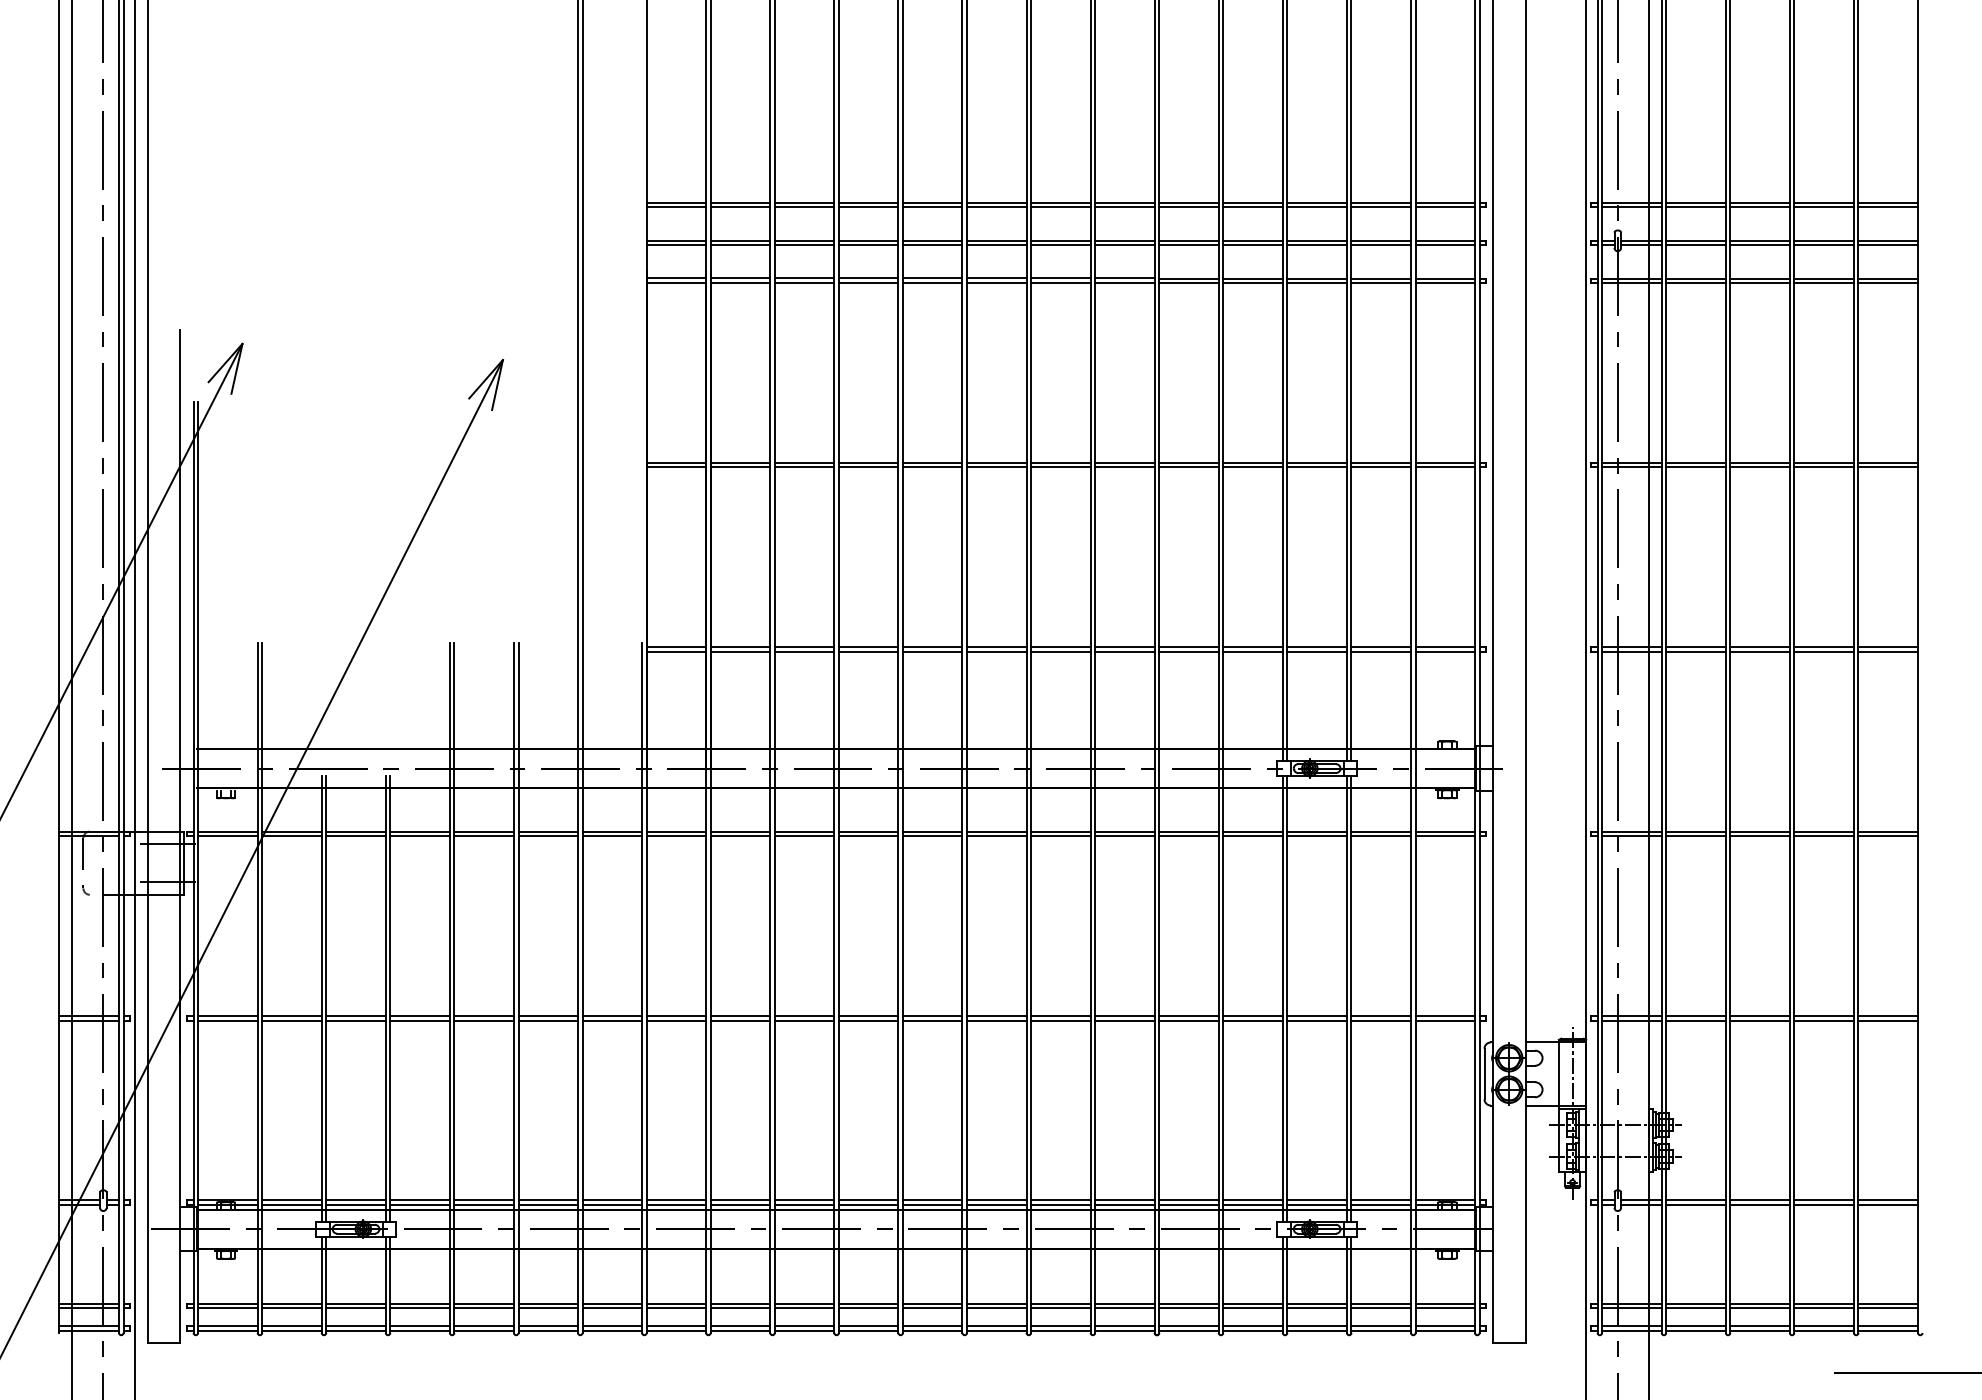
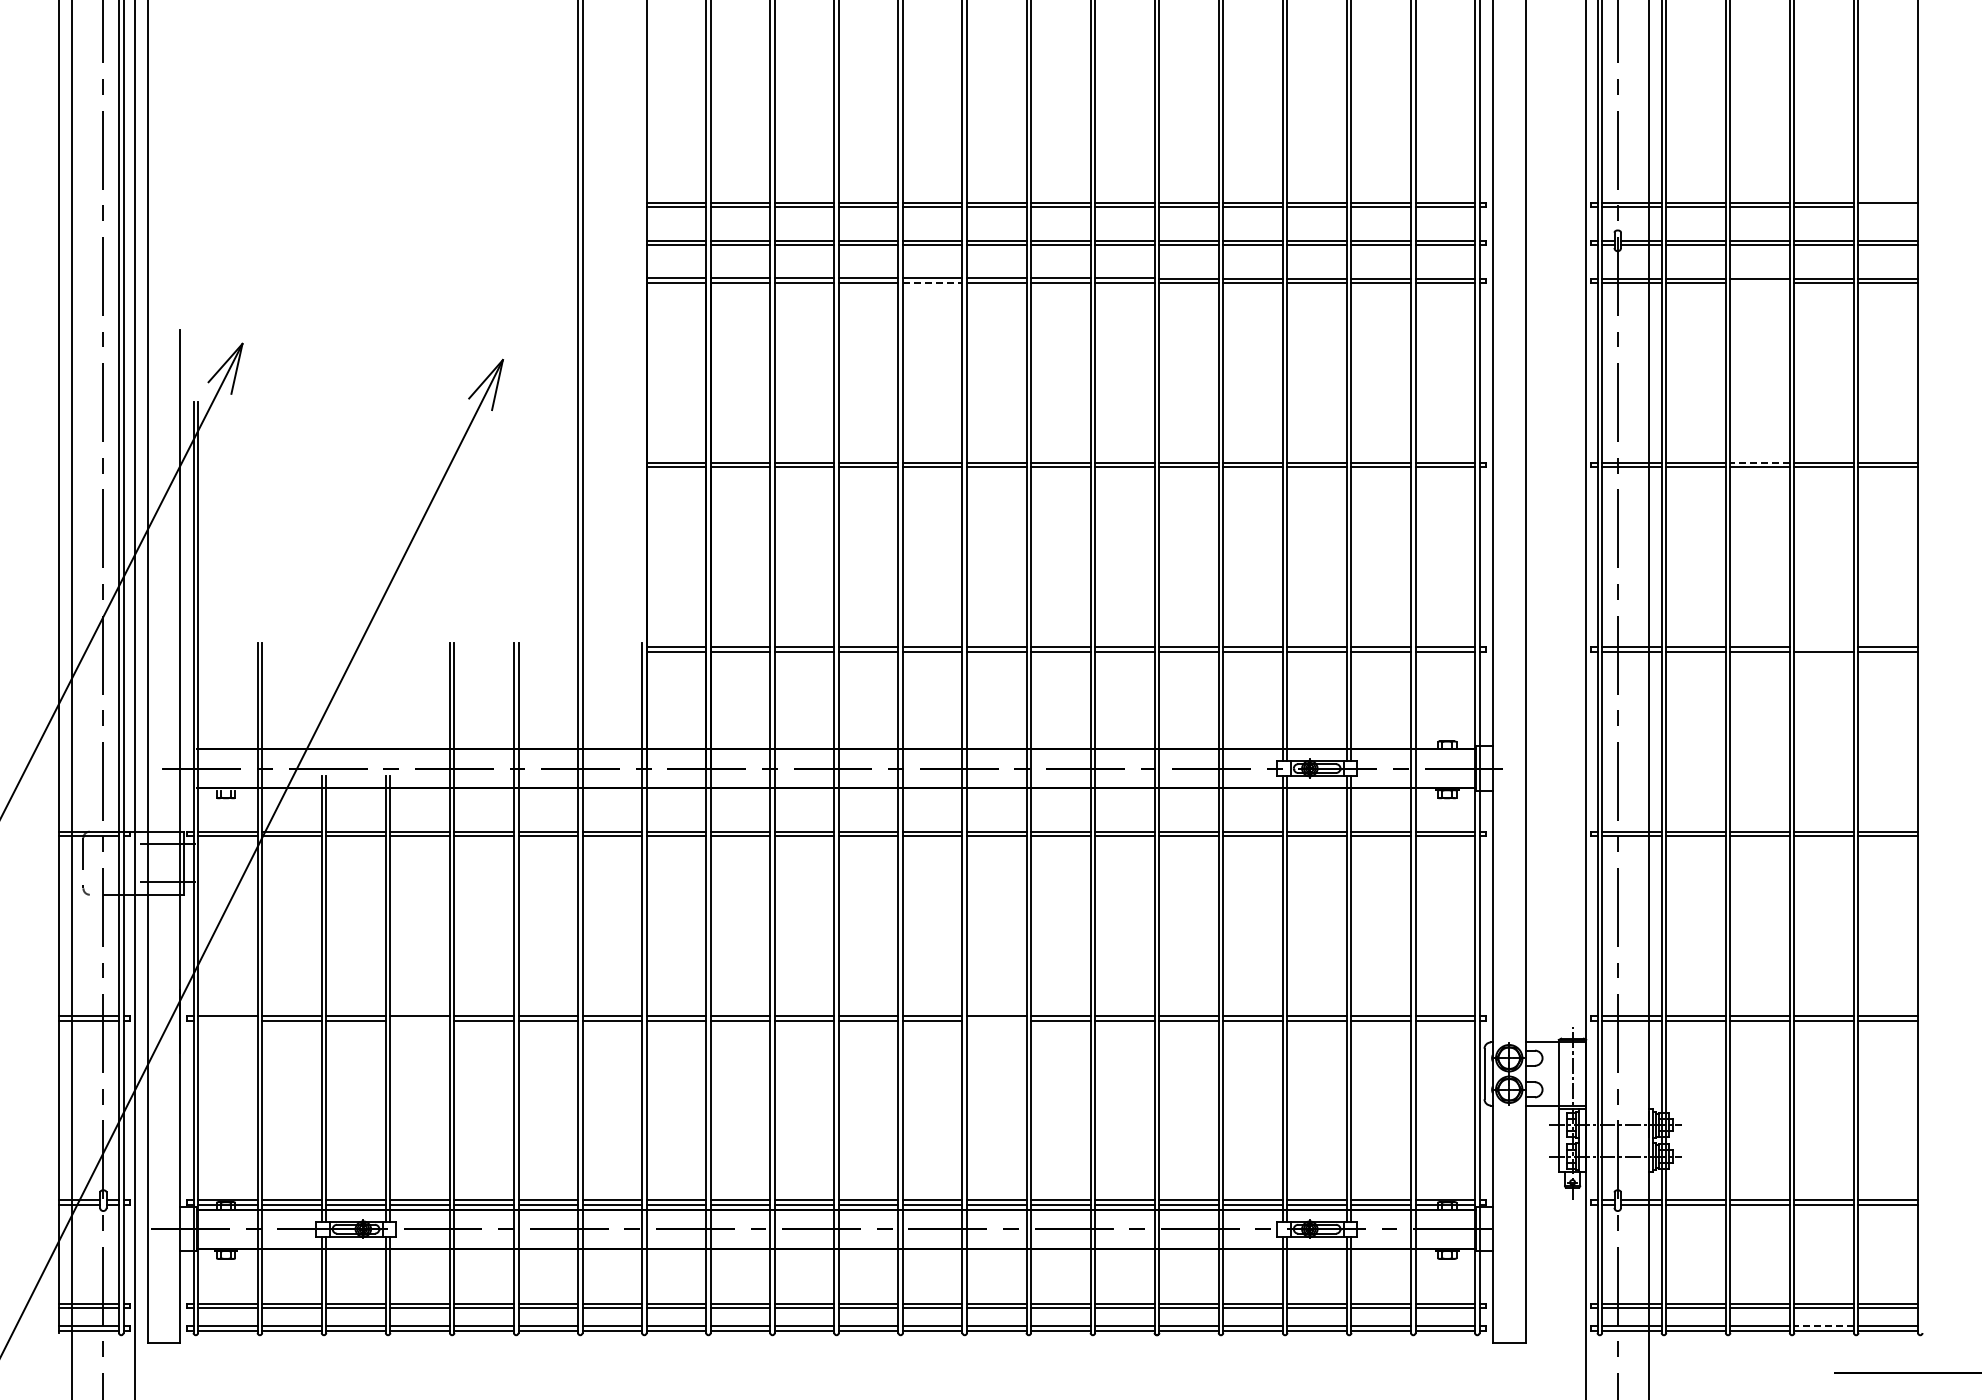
line at (1888, 207): present -> none
line at (932, 283): solid -> dashed
line at (1759, 283): present -> none
line at (1760, 462): solid -> dashed
line at (1823, 647): present -> none
line at (227, 1020): present -> none
line at (419, 1020): present -> none
line at (996, 1020): present -> none
line at (1824, 1326): solid -> dashed
